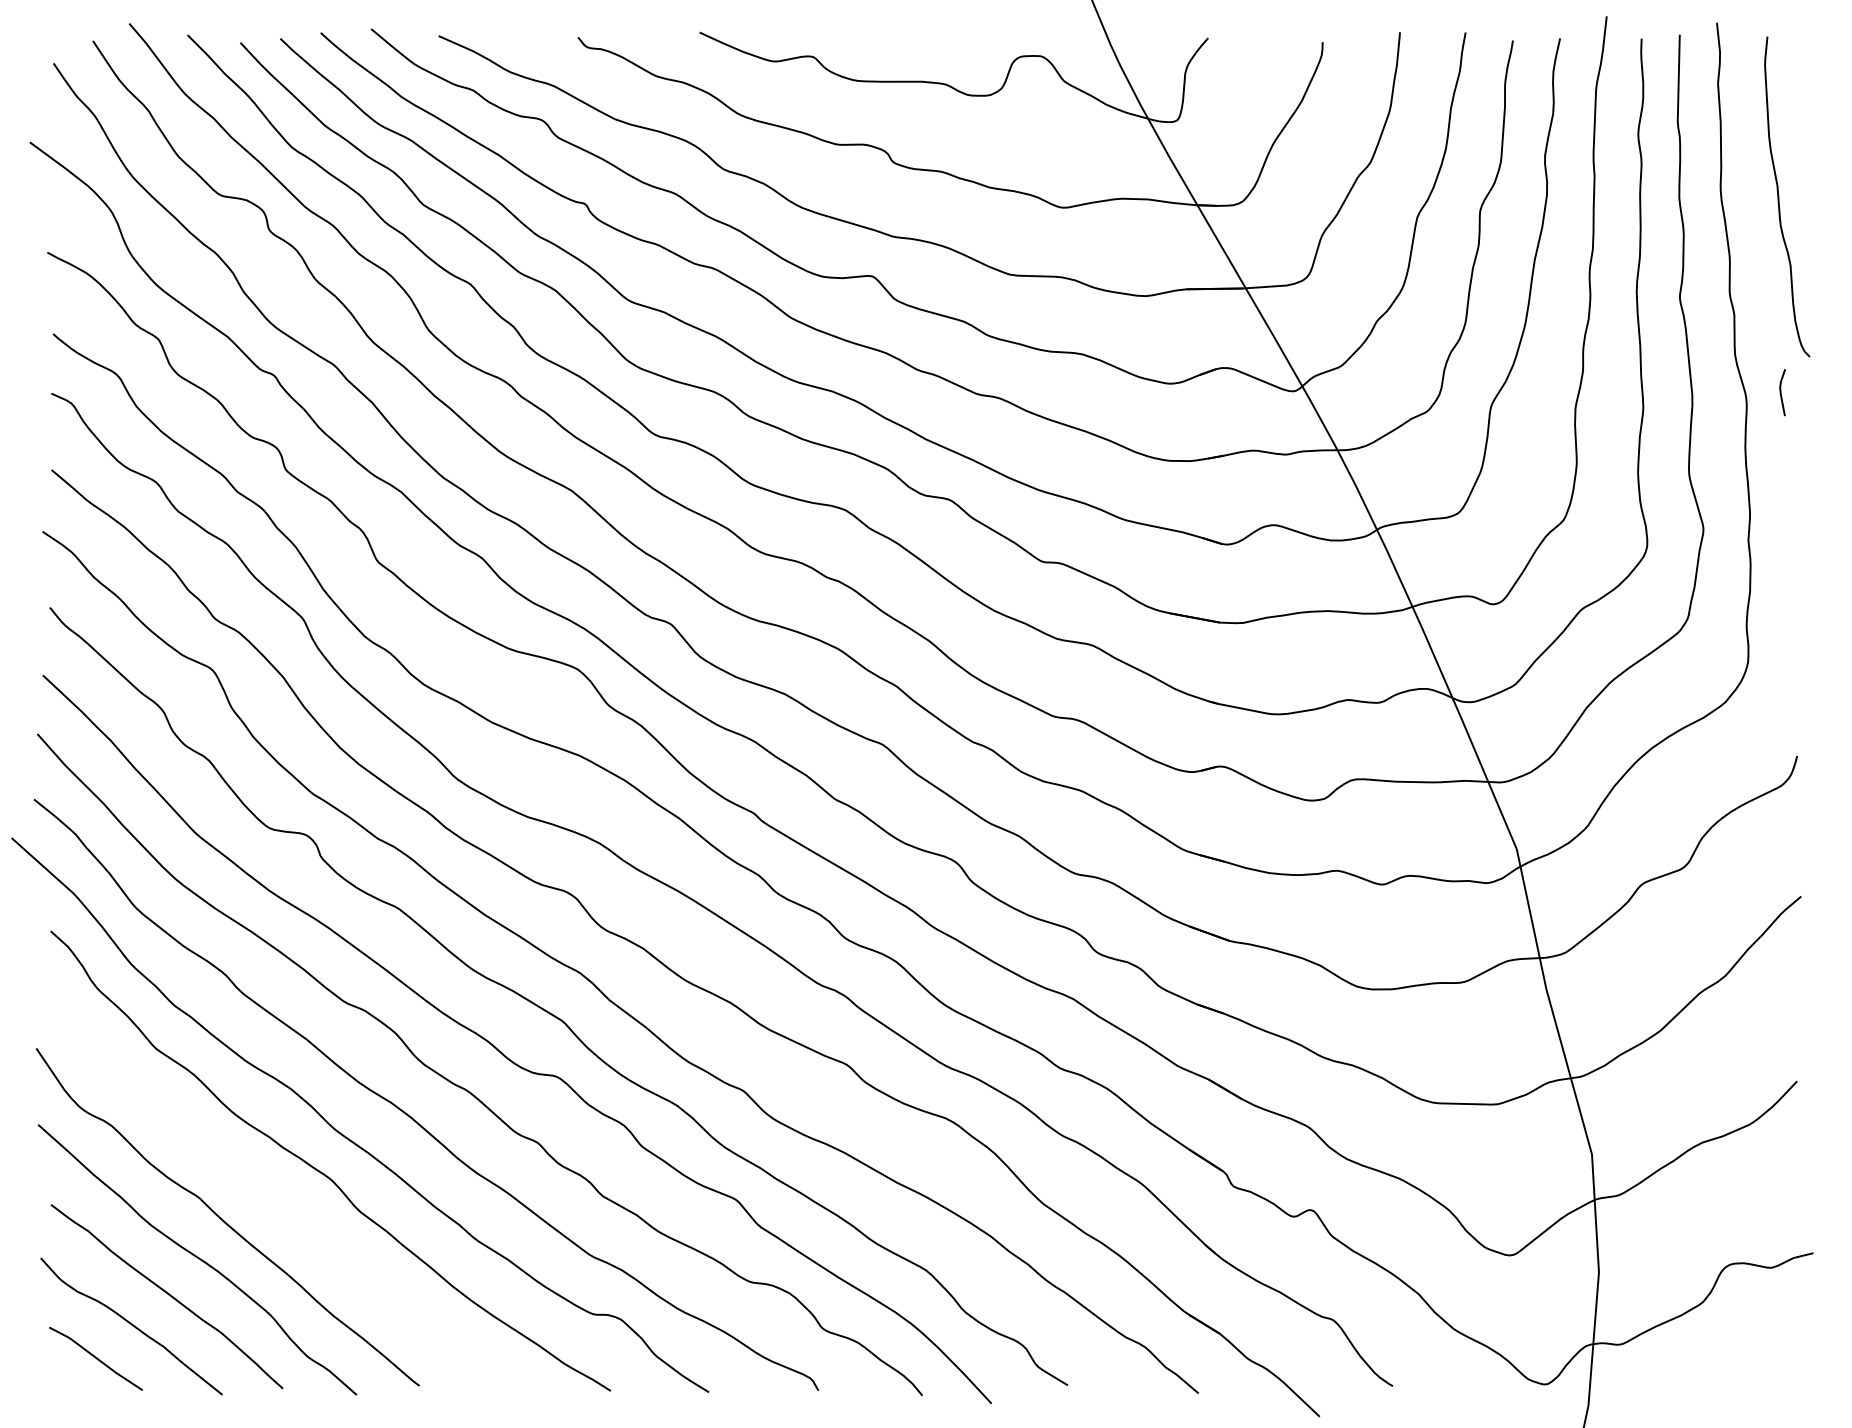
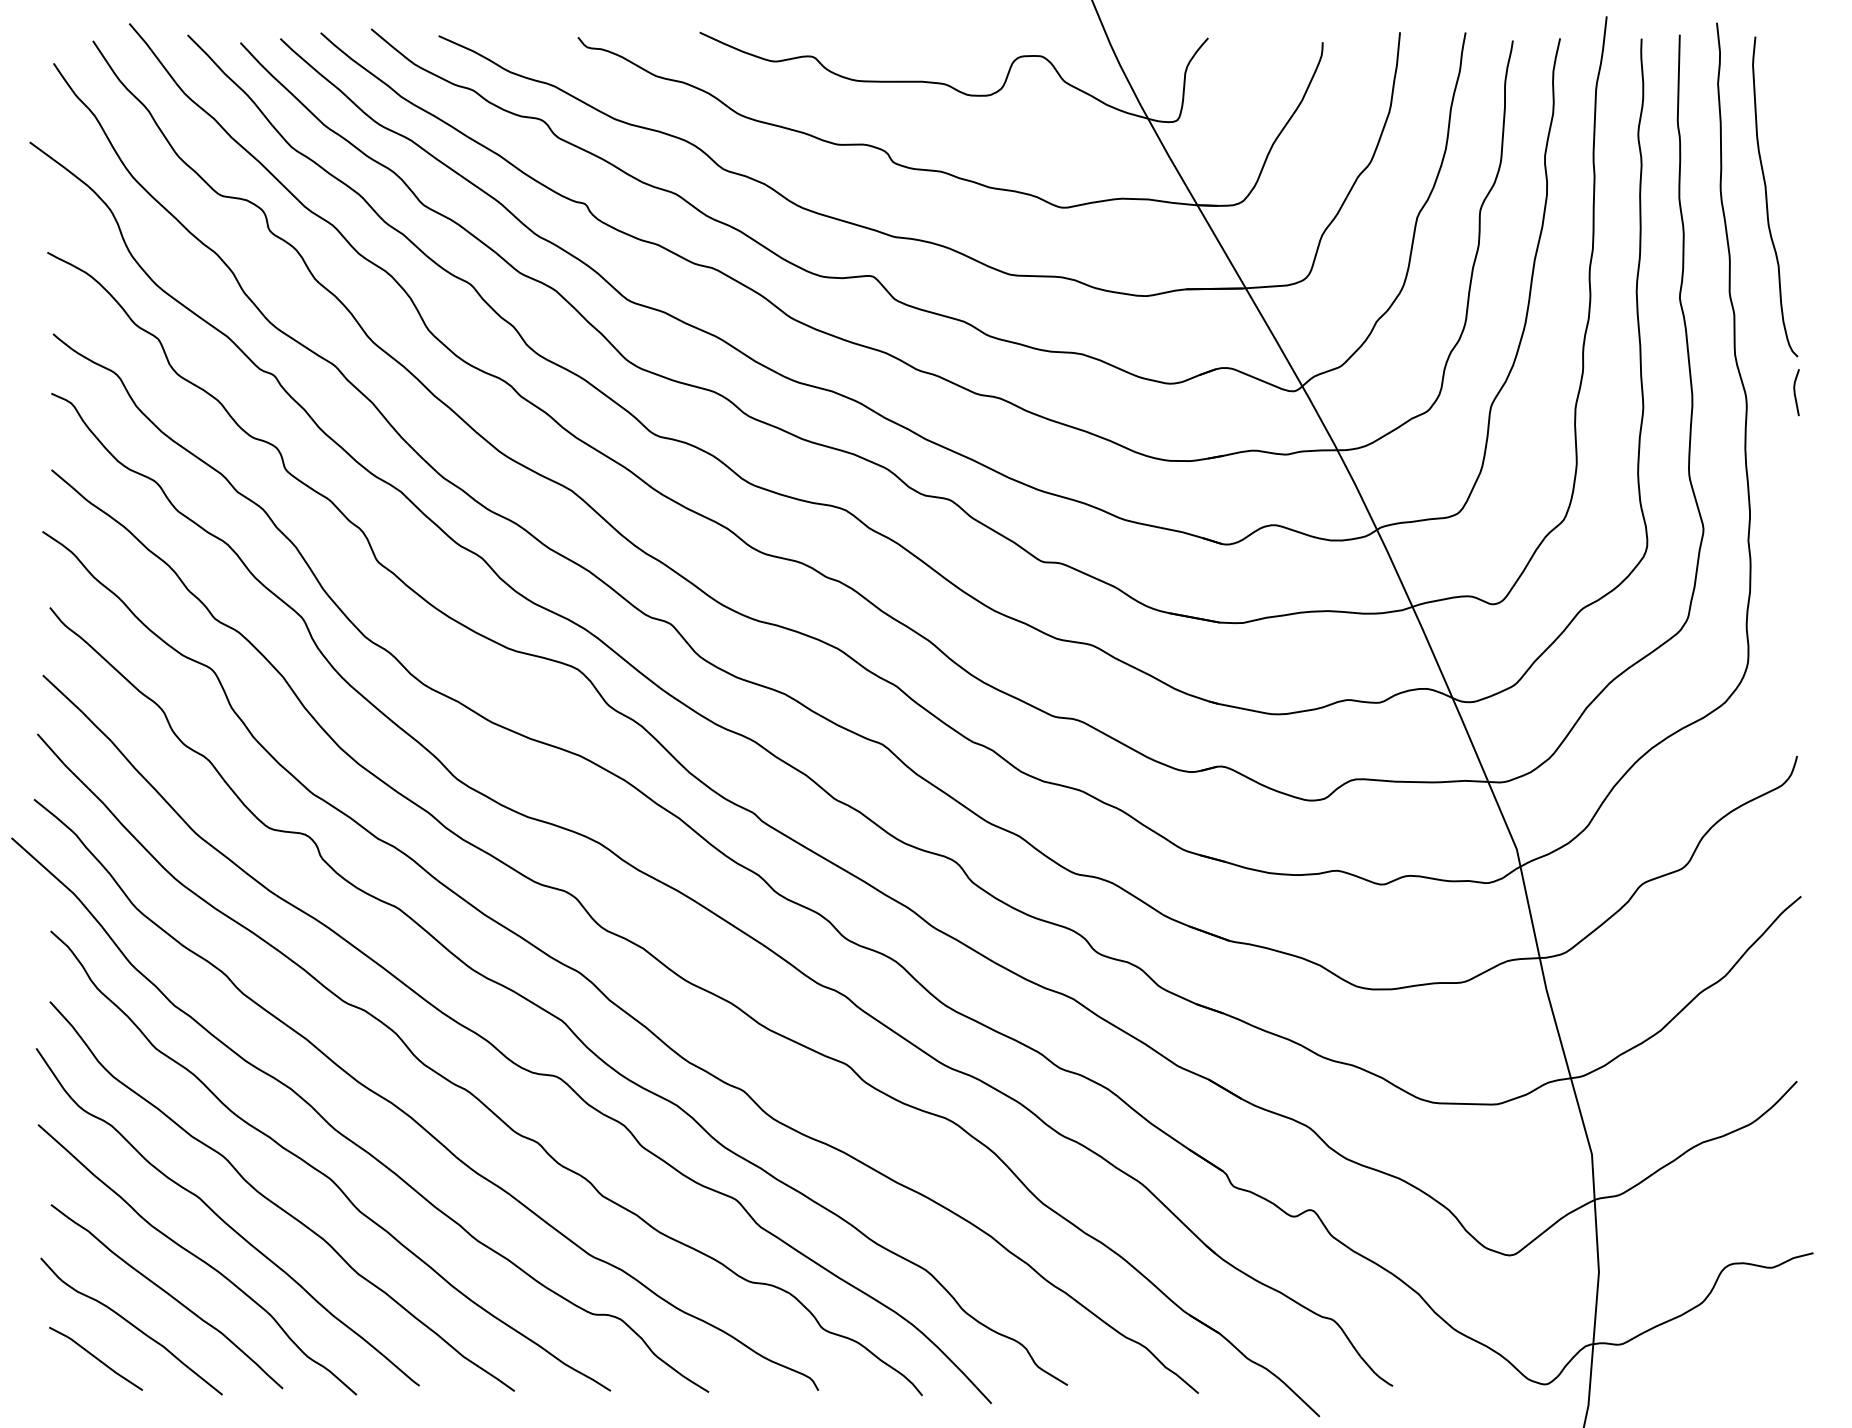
curve at (1779, 196) position: (1779, 196) -> (1767, 196)
line at (1781, 392) position: (1781, 392) -> (1795, 392)
curve at (277, 1204): none -> present
